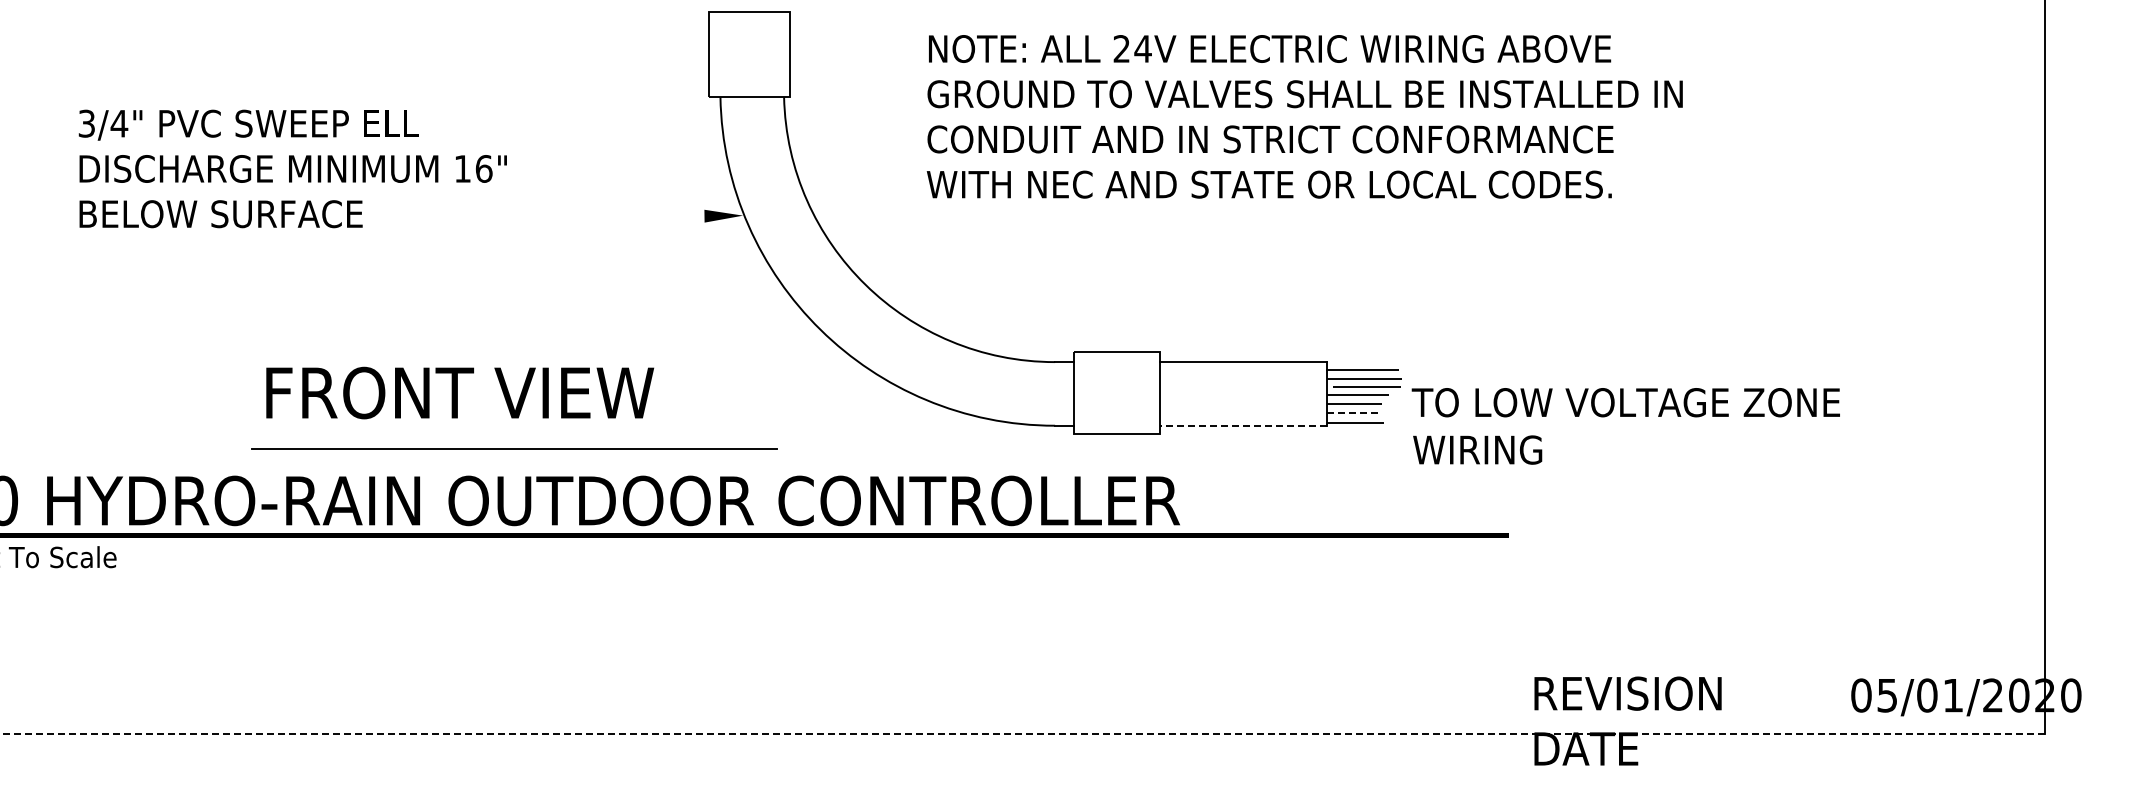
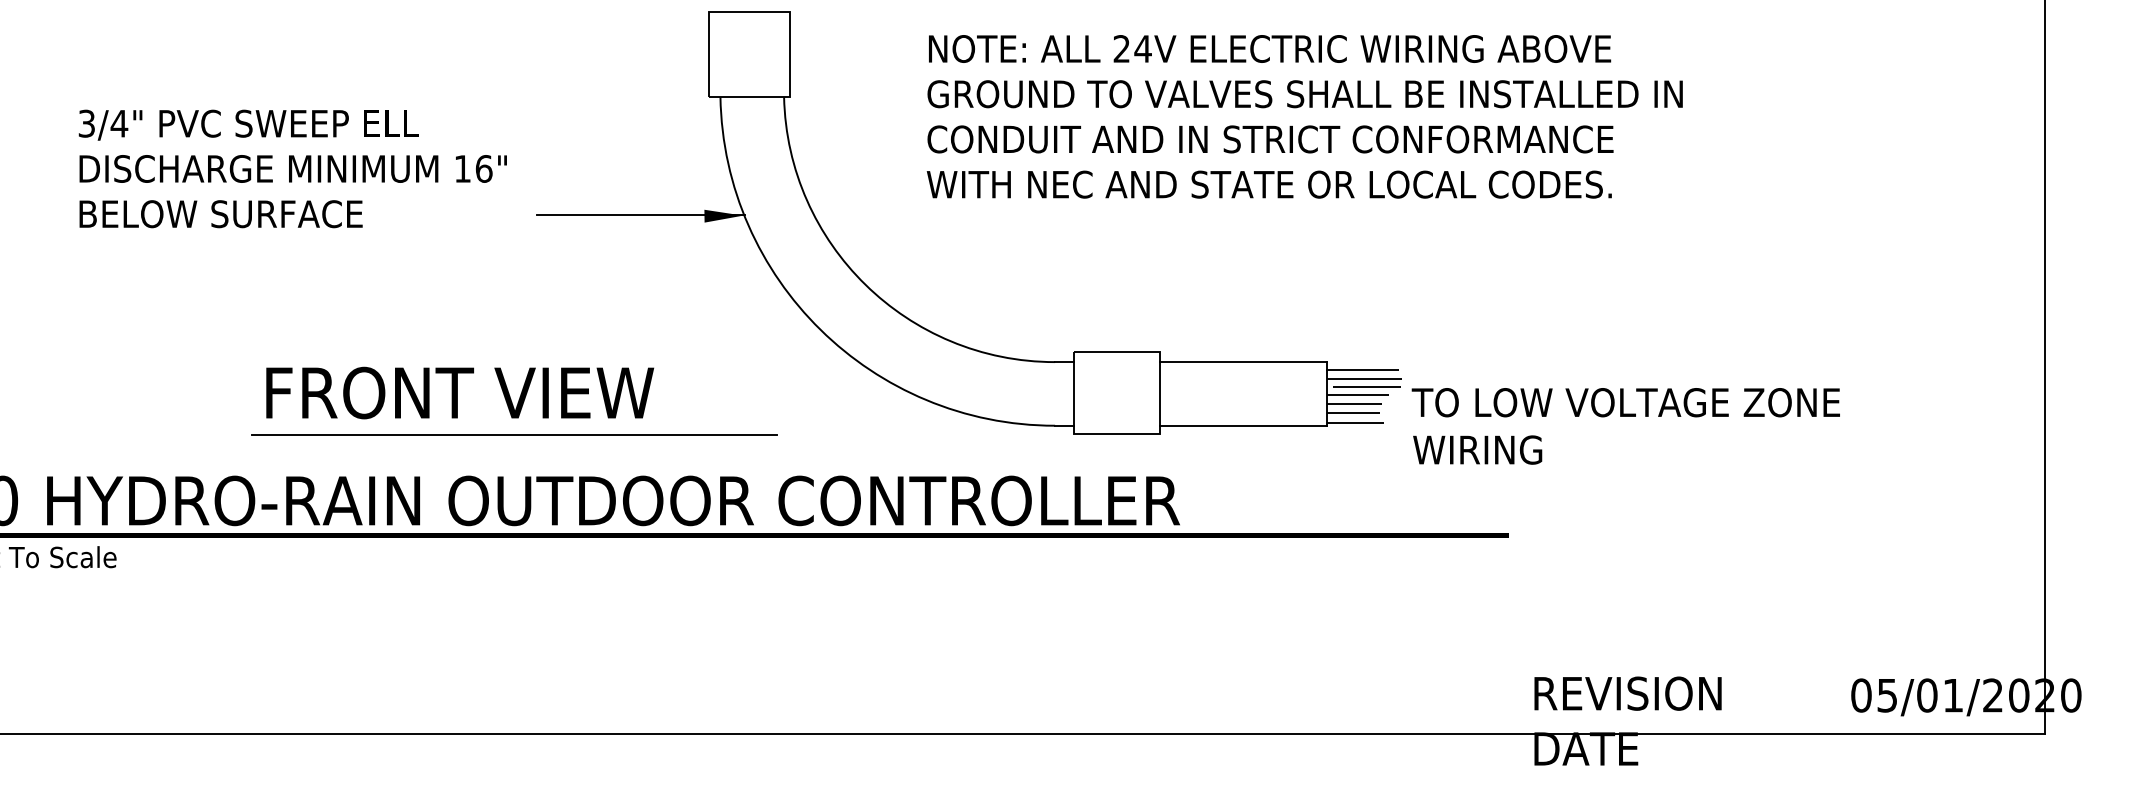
line at (640, 215): none -> present
line at (1353, 412): dashed -> solid
line at (1243, 425): dashed -> solid
line at (514, 448) position: (514, 448) -> (514, 434)
line at (1022, 734): dashed -> solid
